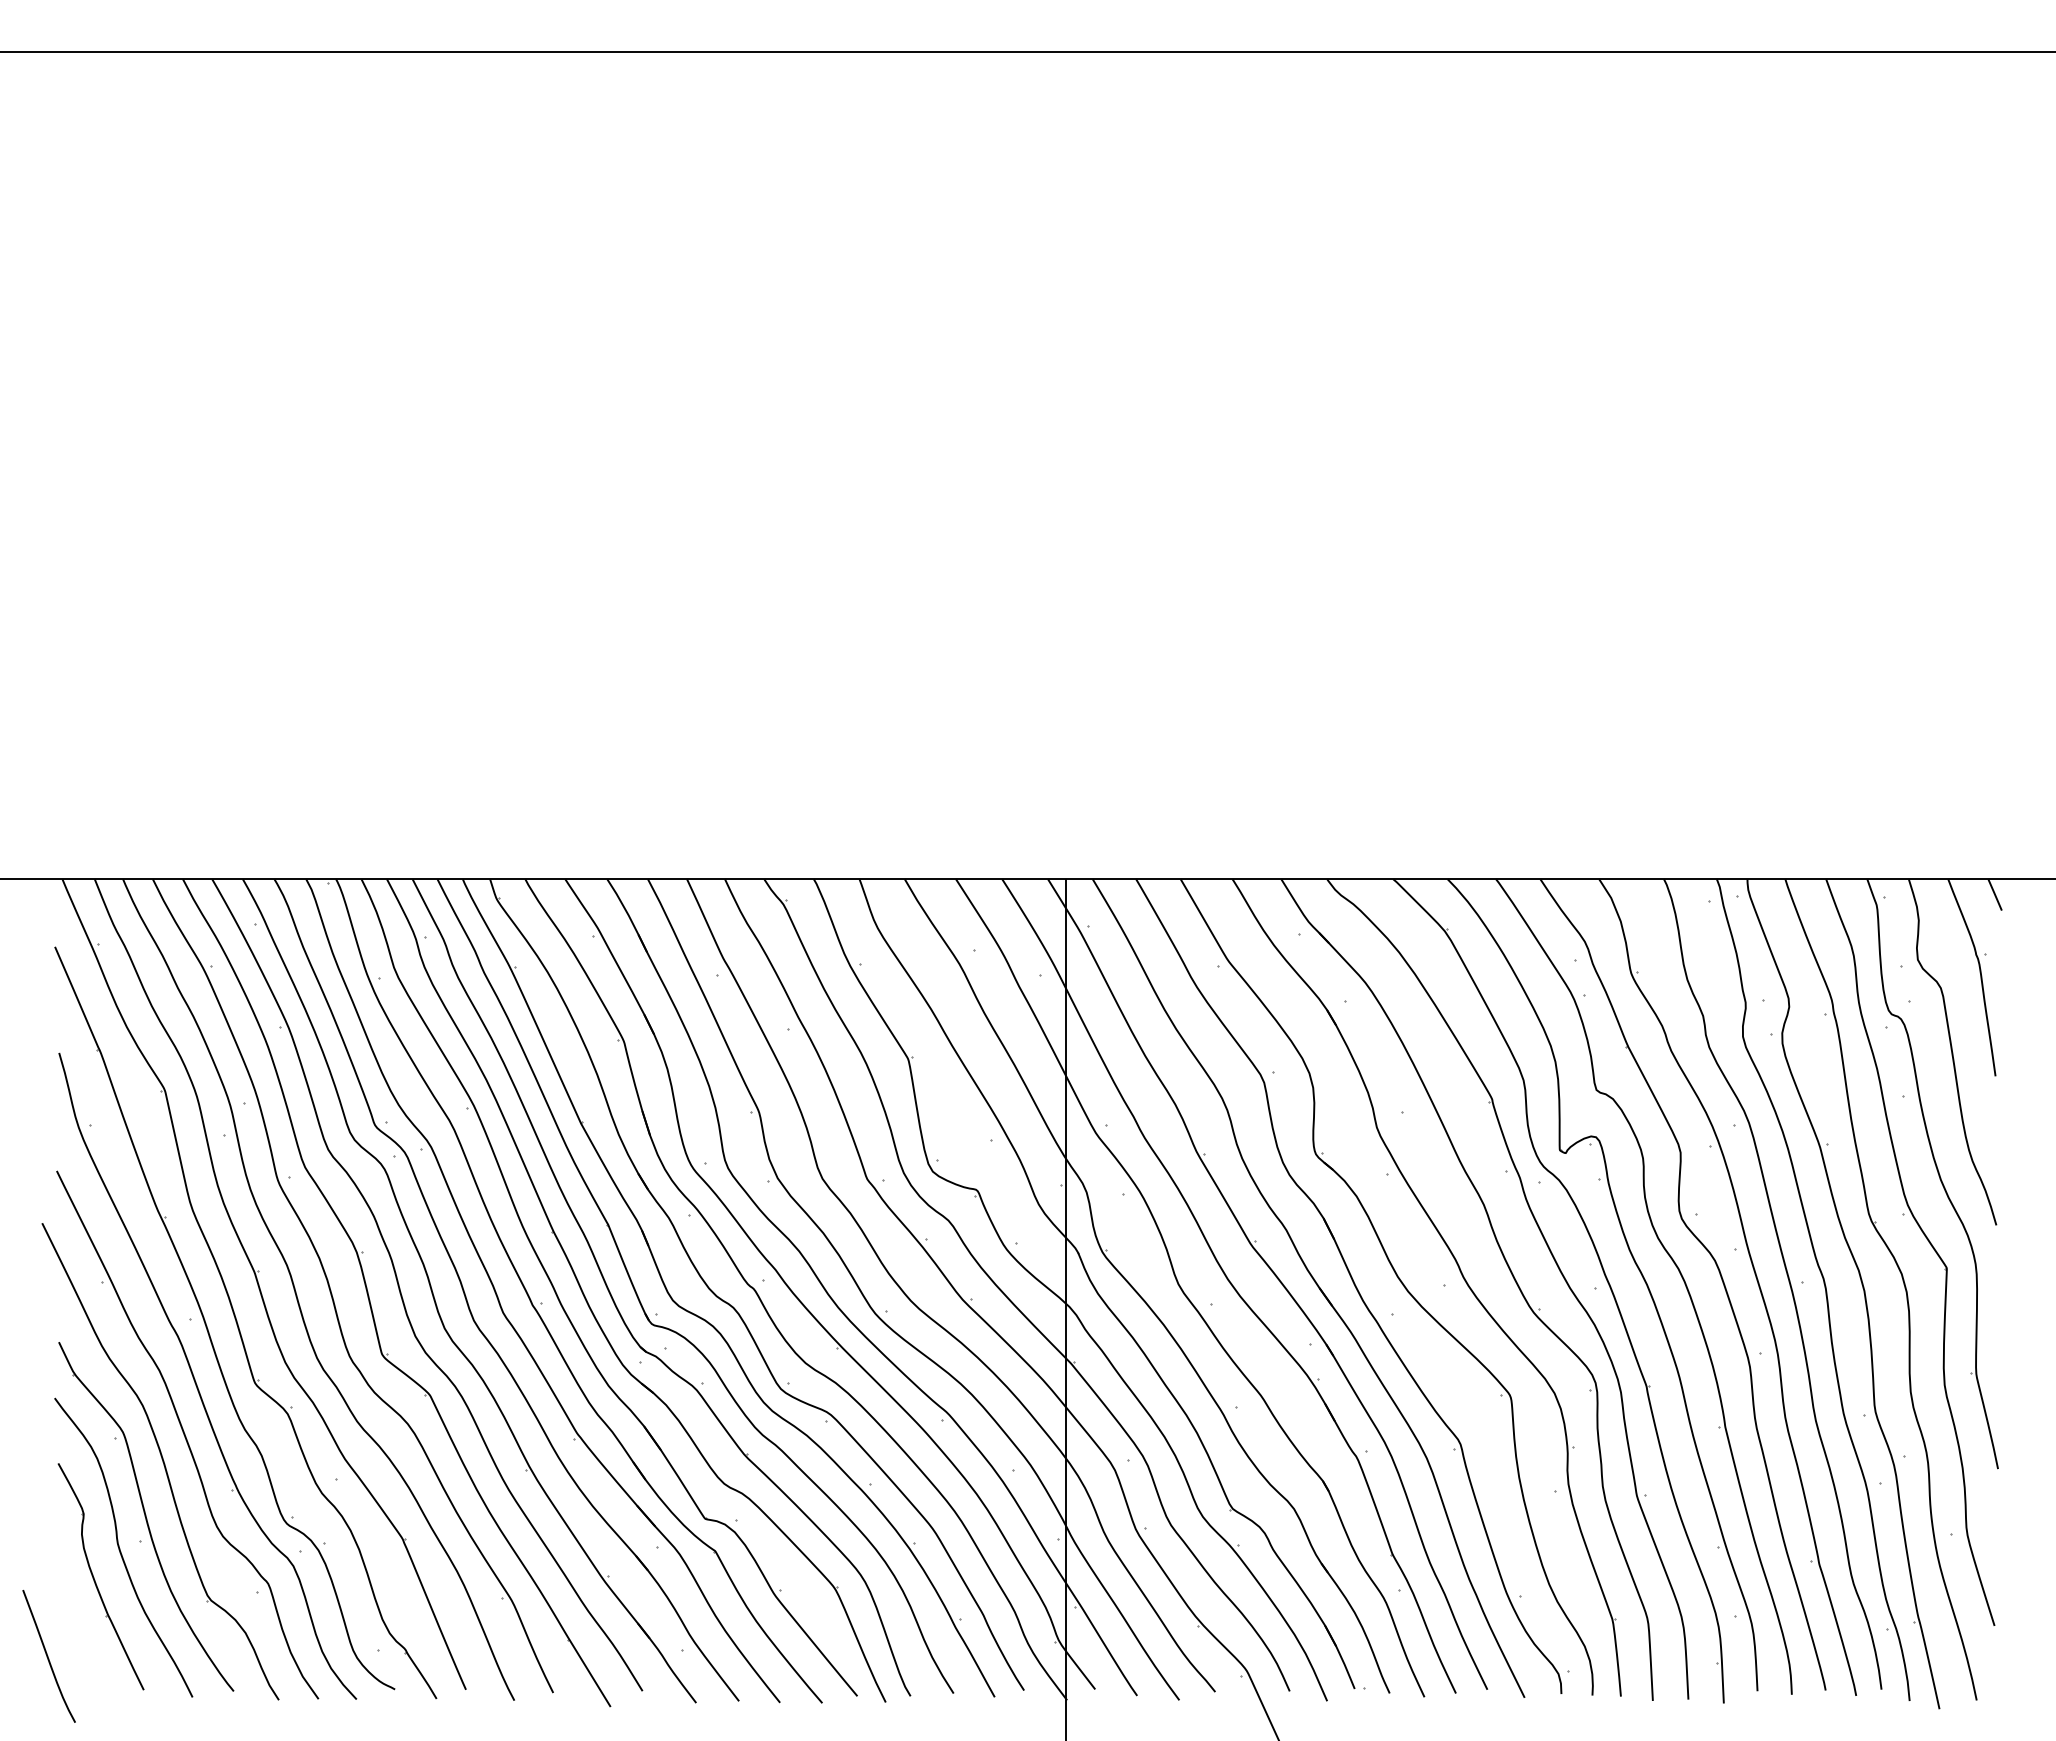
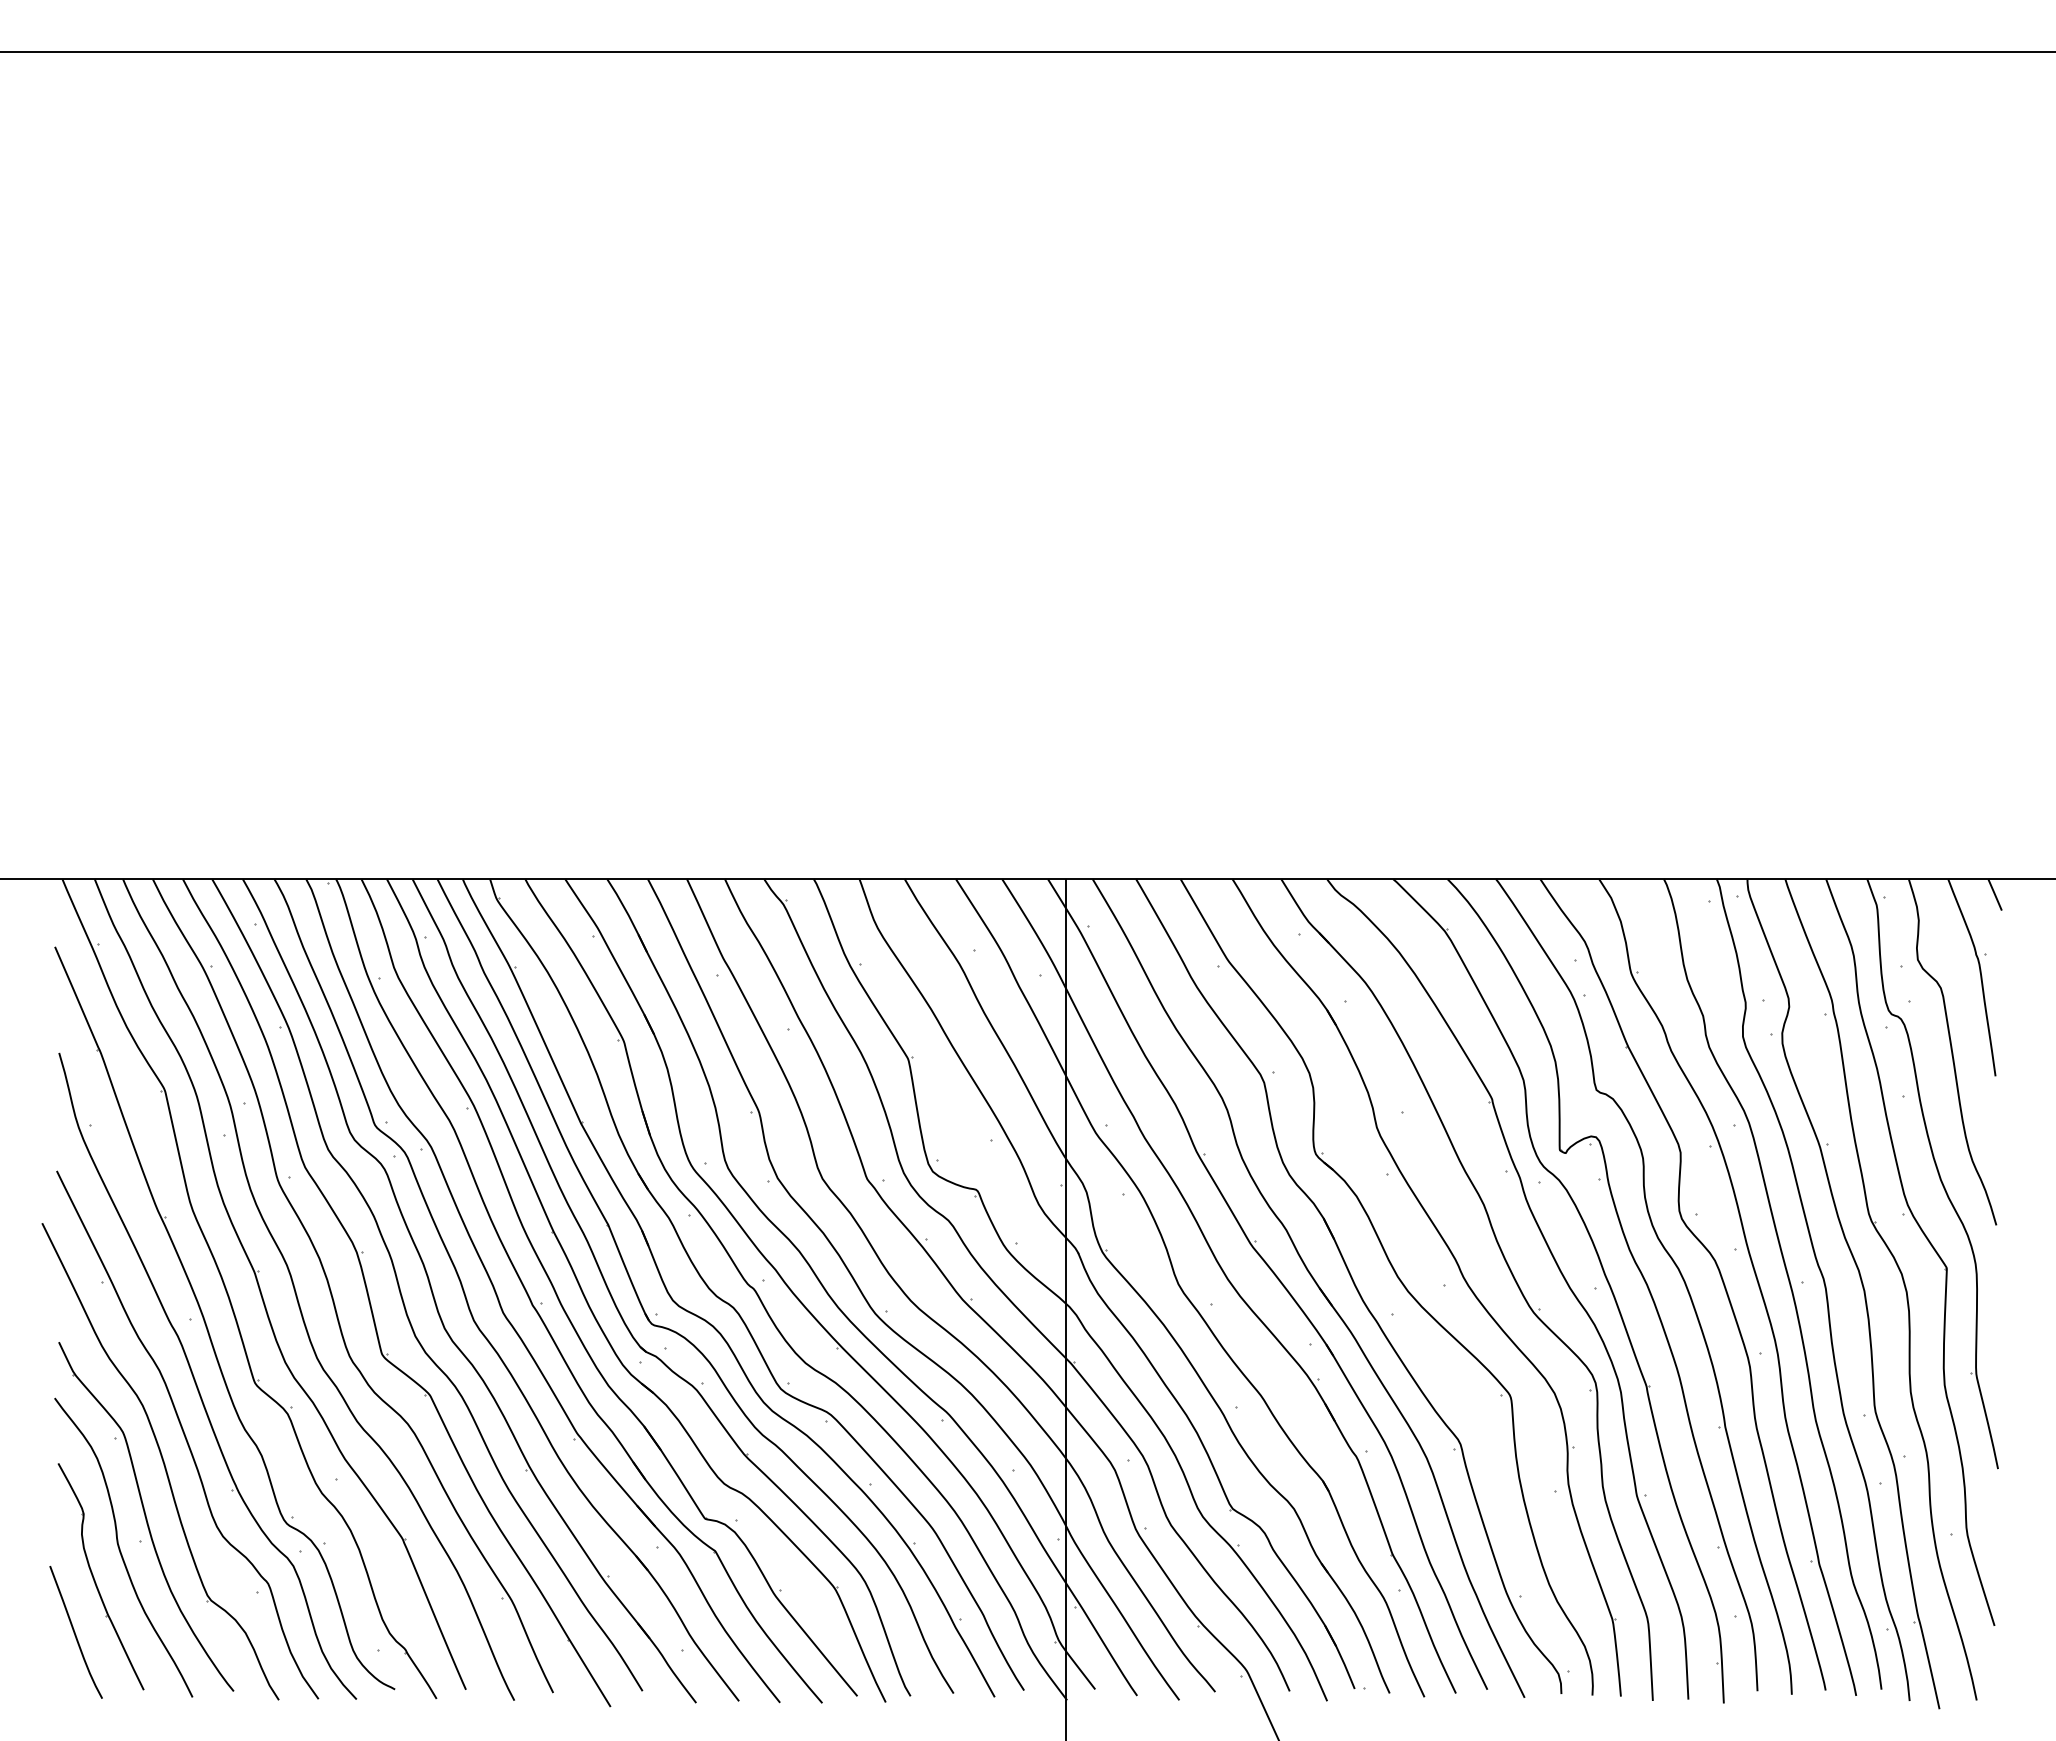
curve at (48, 1656) position: (48, 1656) -> (75, 1632)
